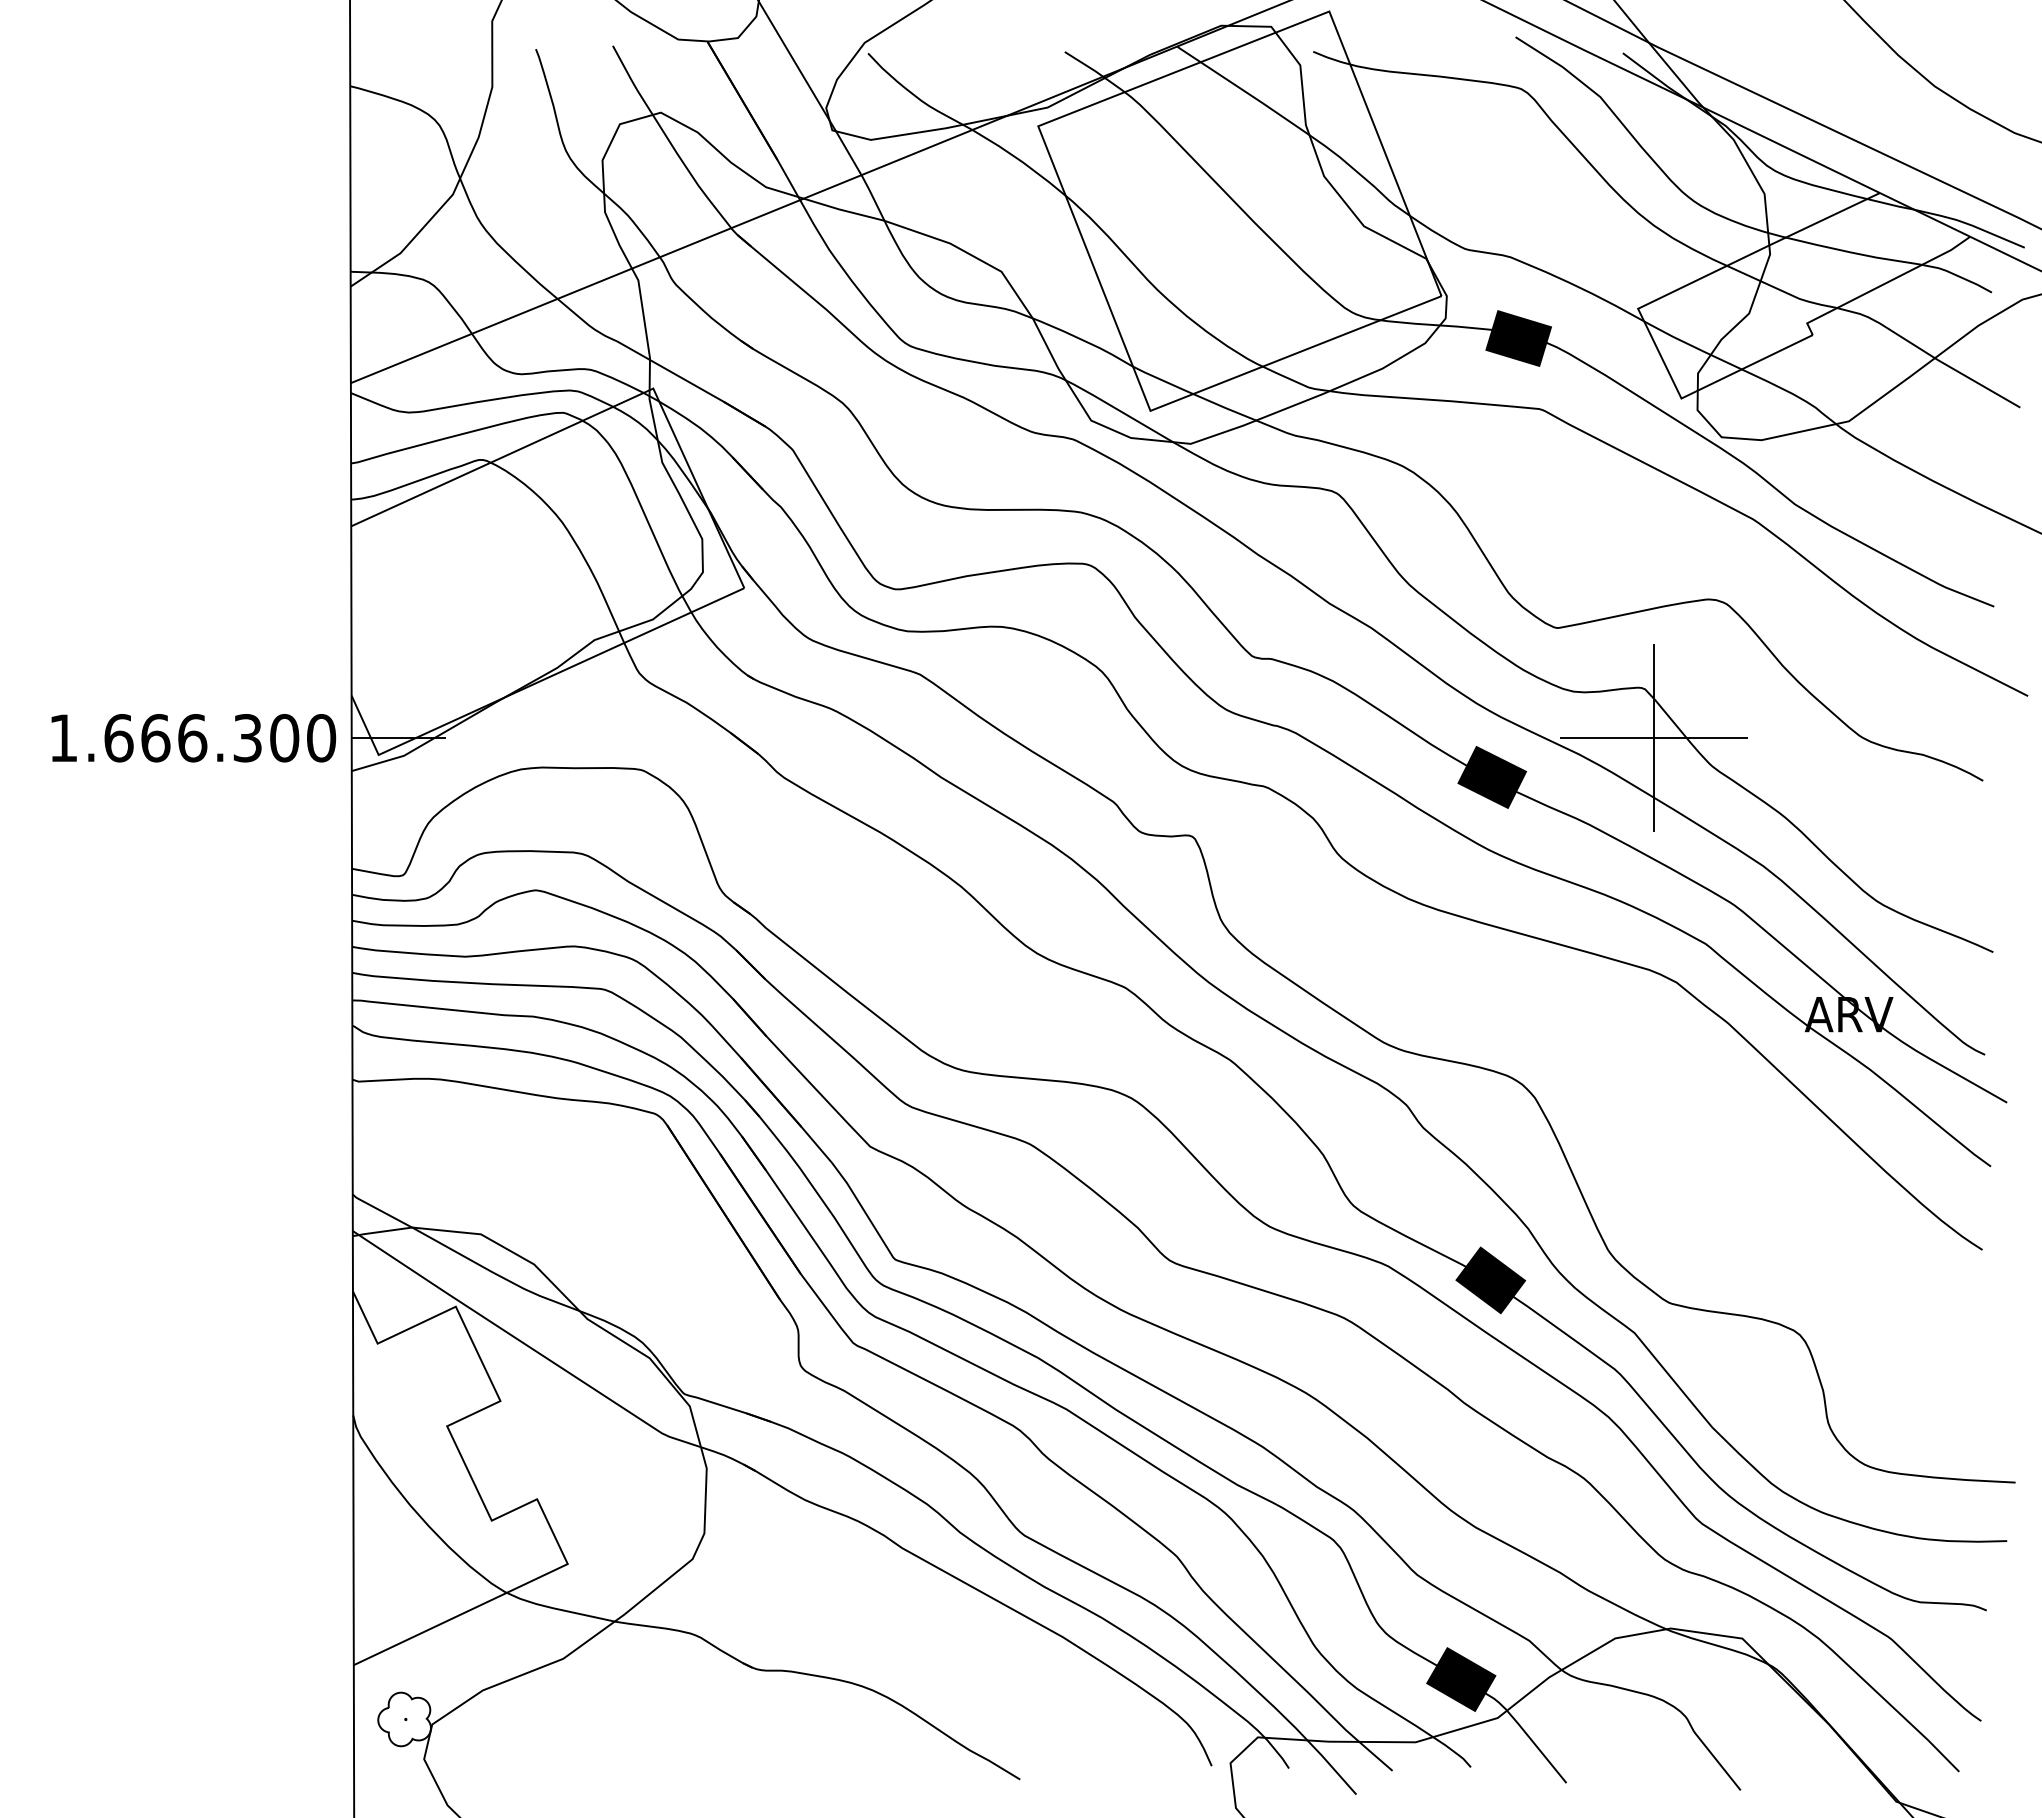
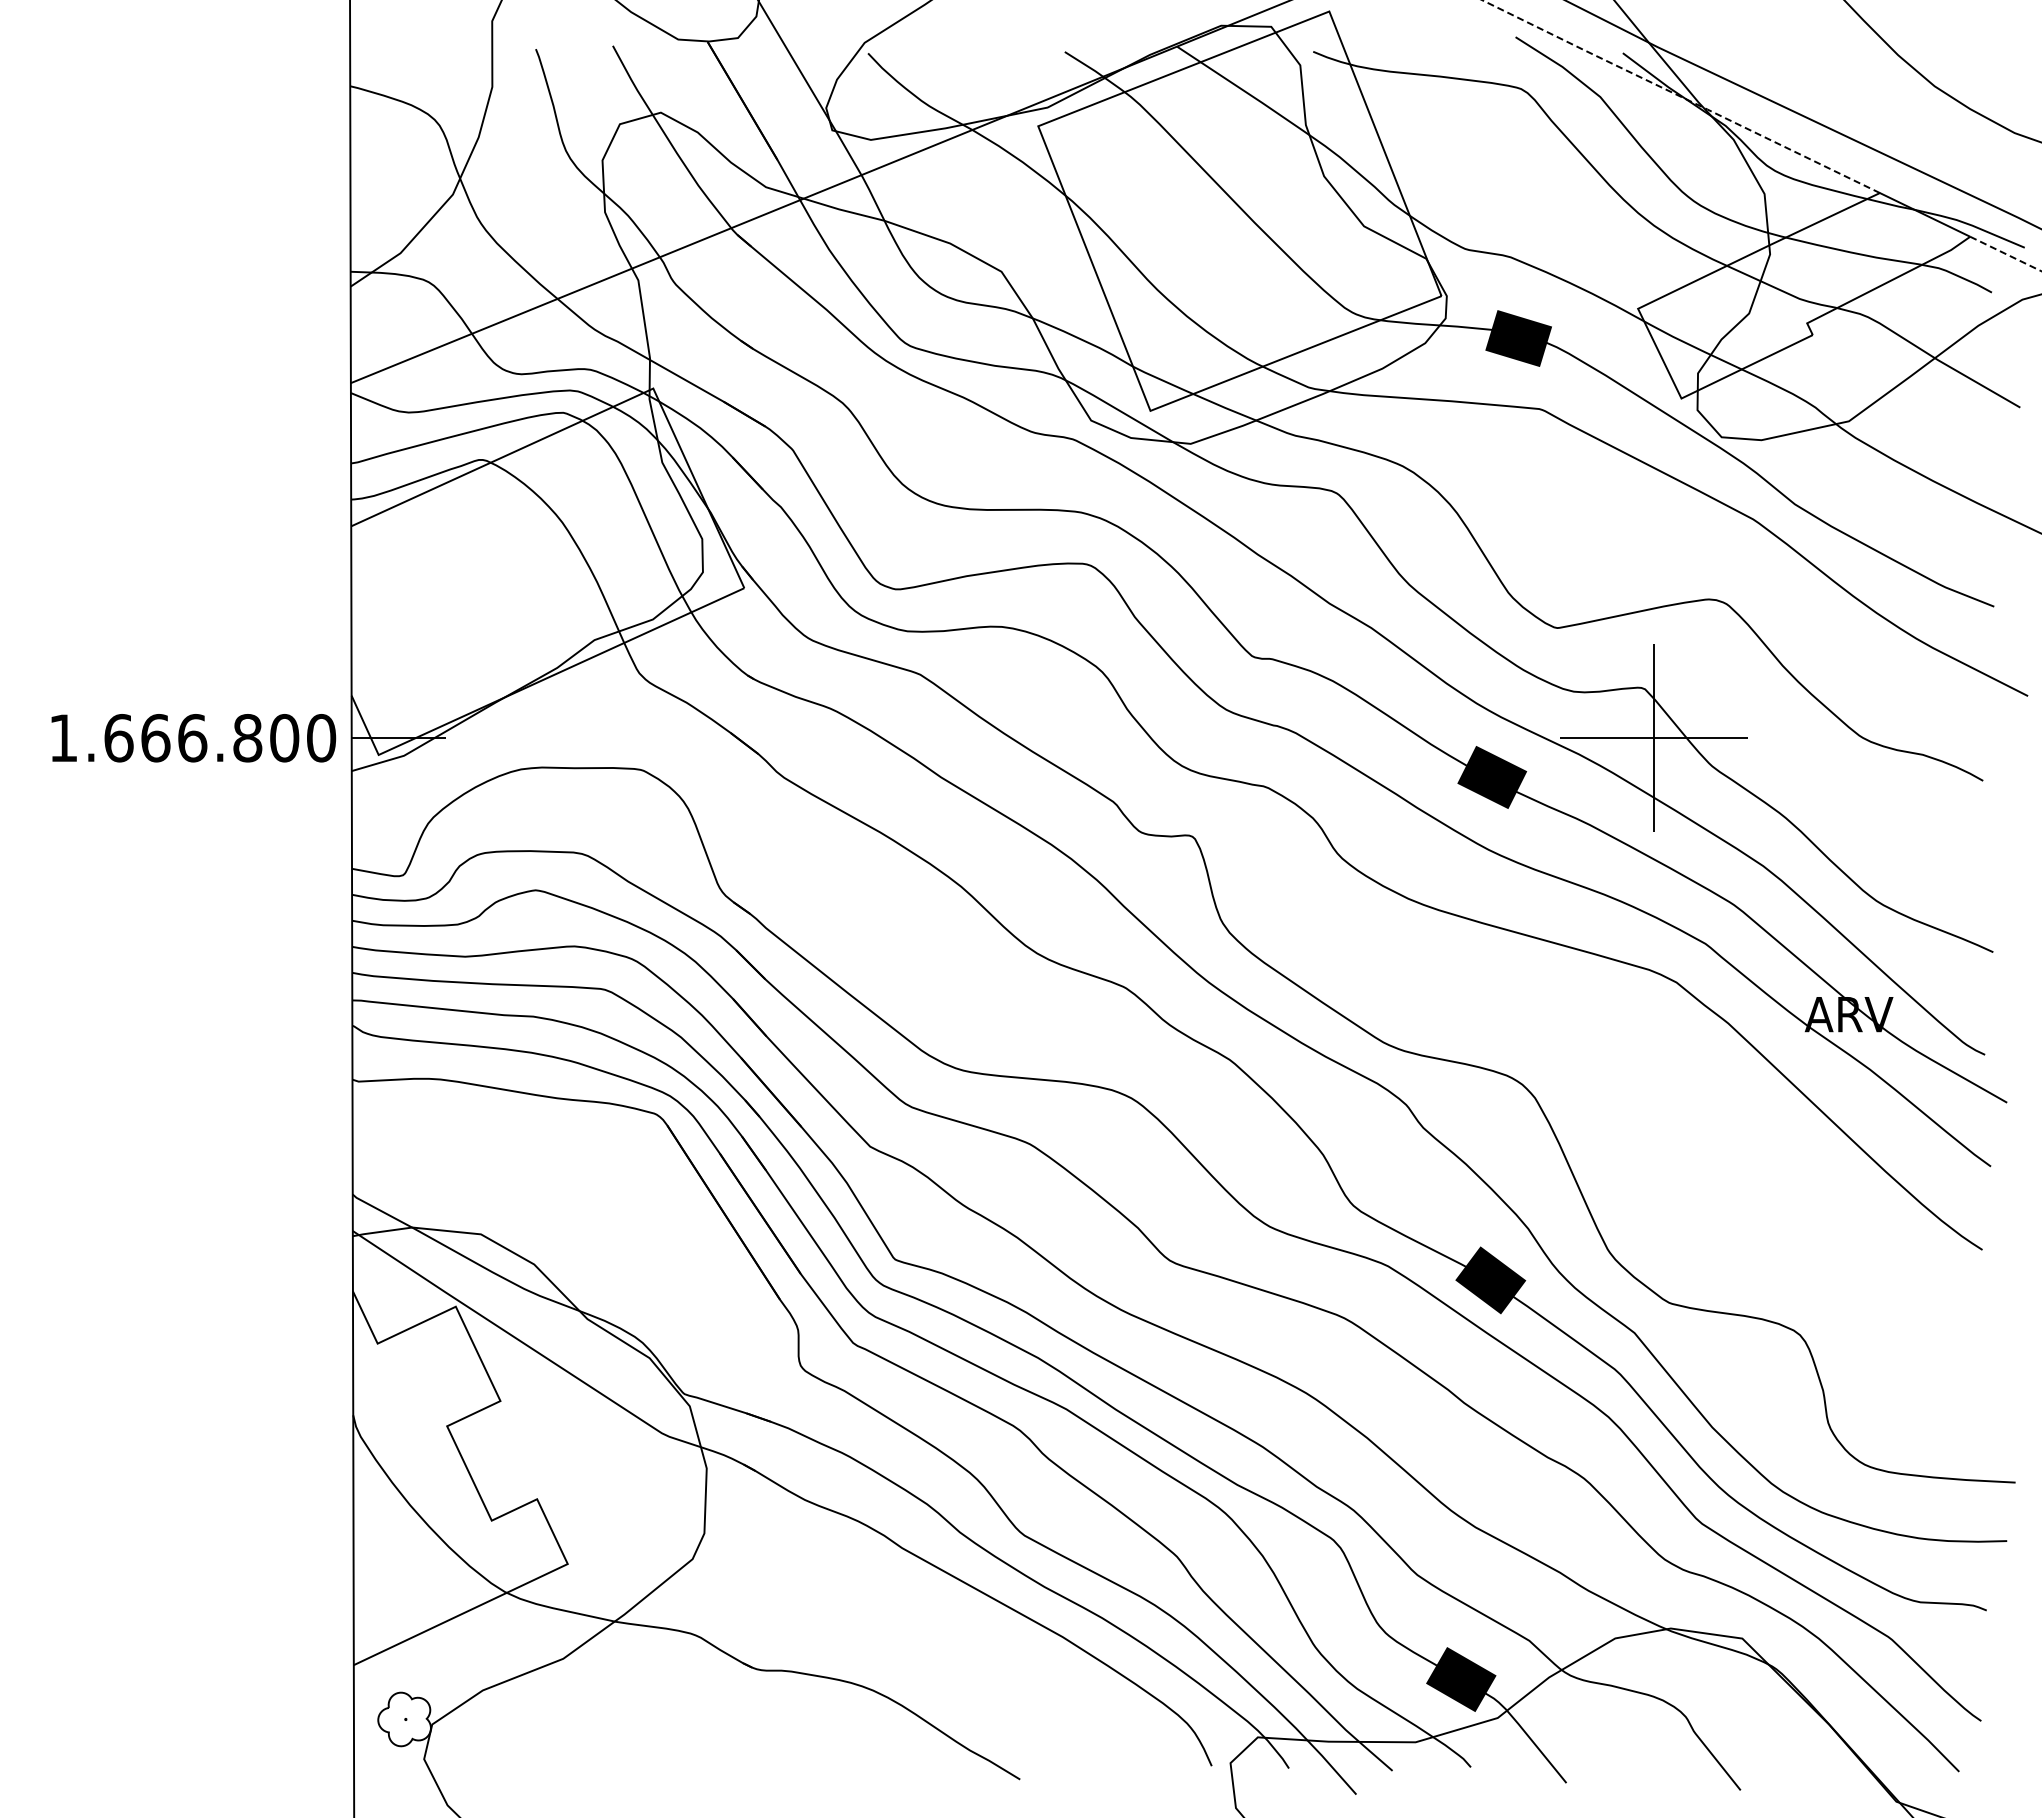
line at (1680, 96): solid -> dashed
line at (2006, 254): solid -> dashed
text at (247, 738): 1.666.300 -> 1.666.800
